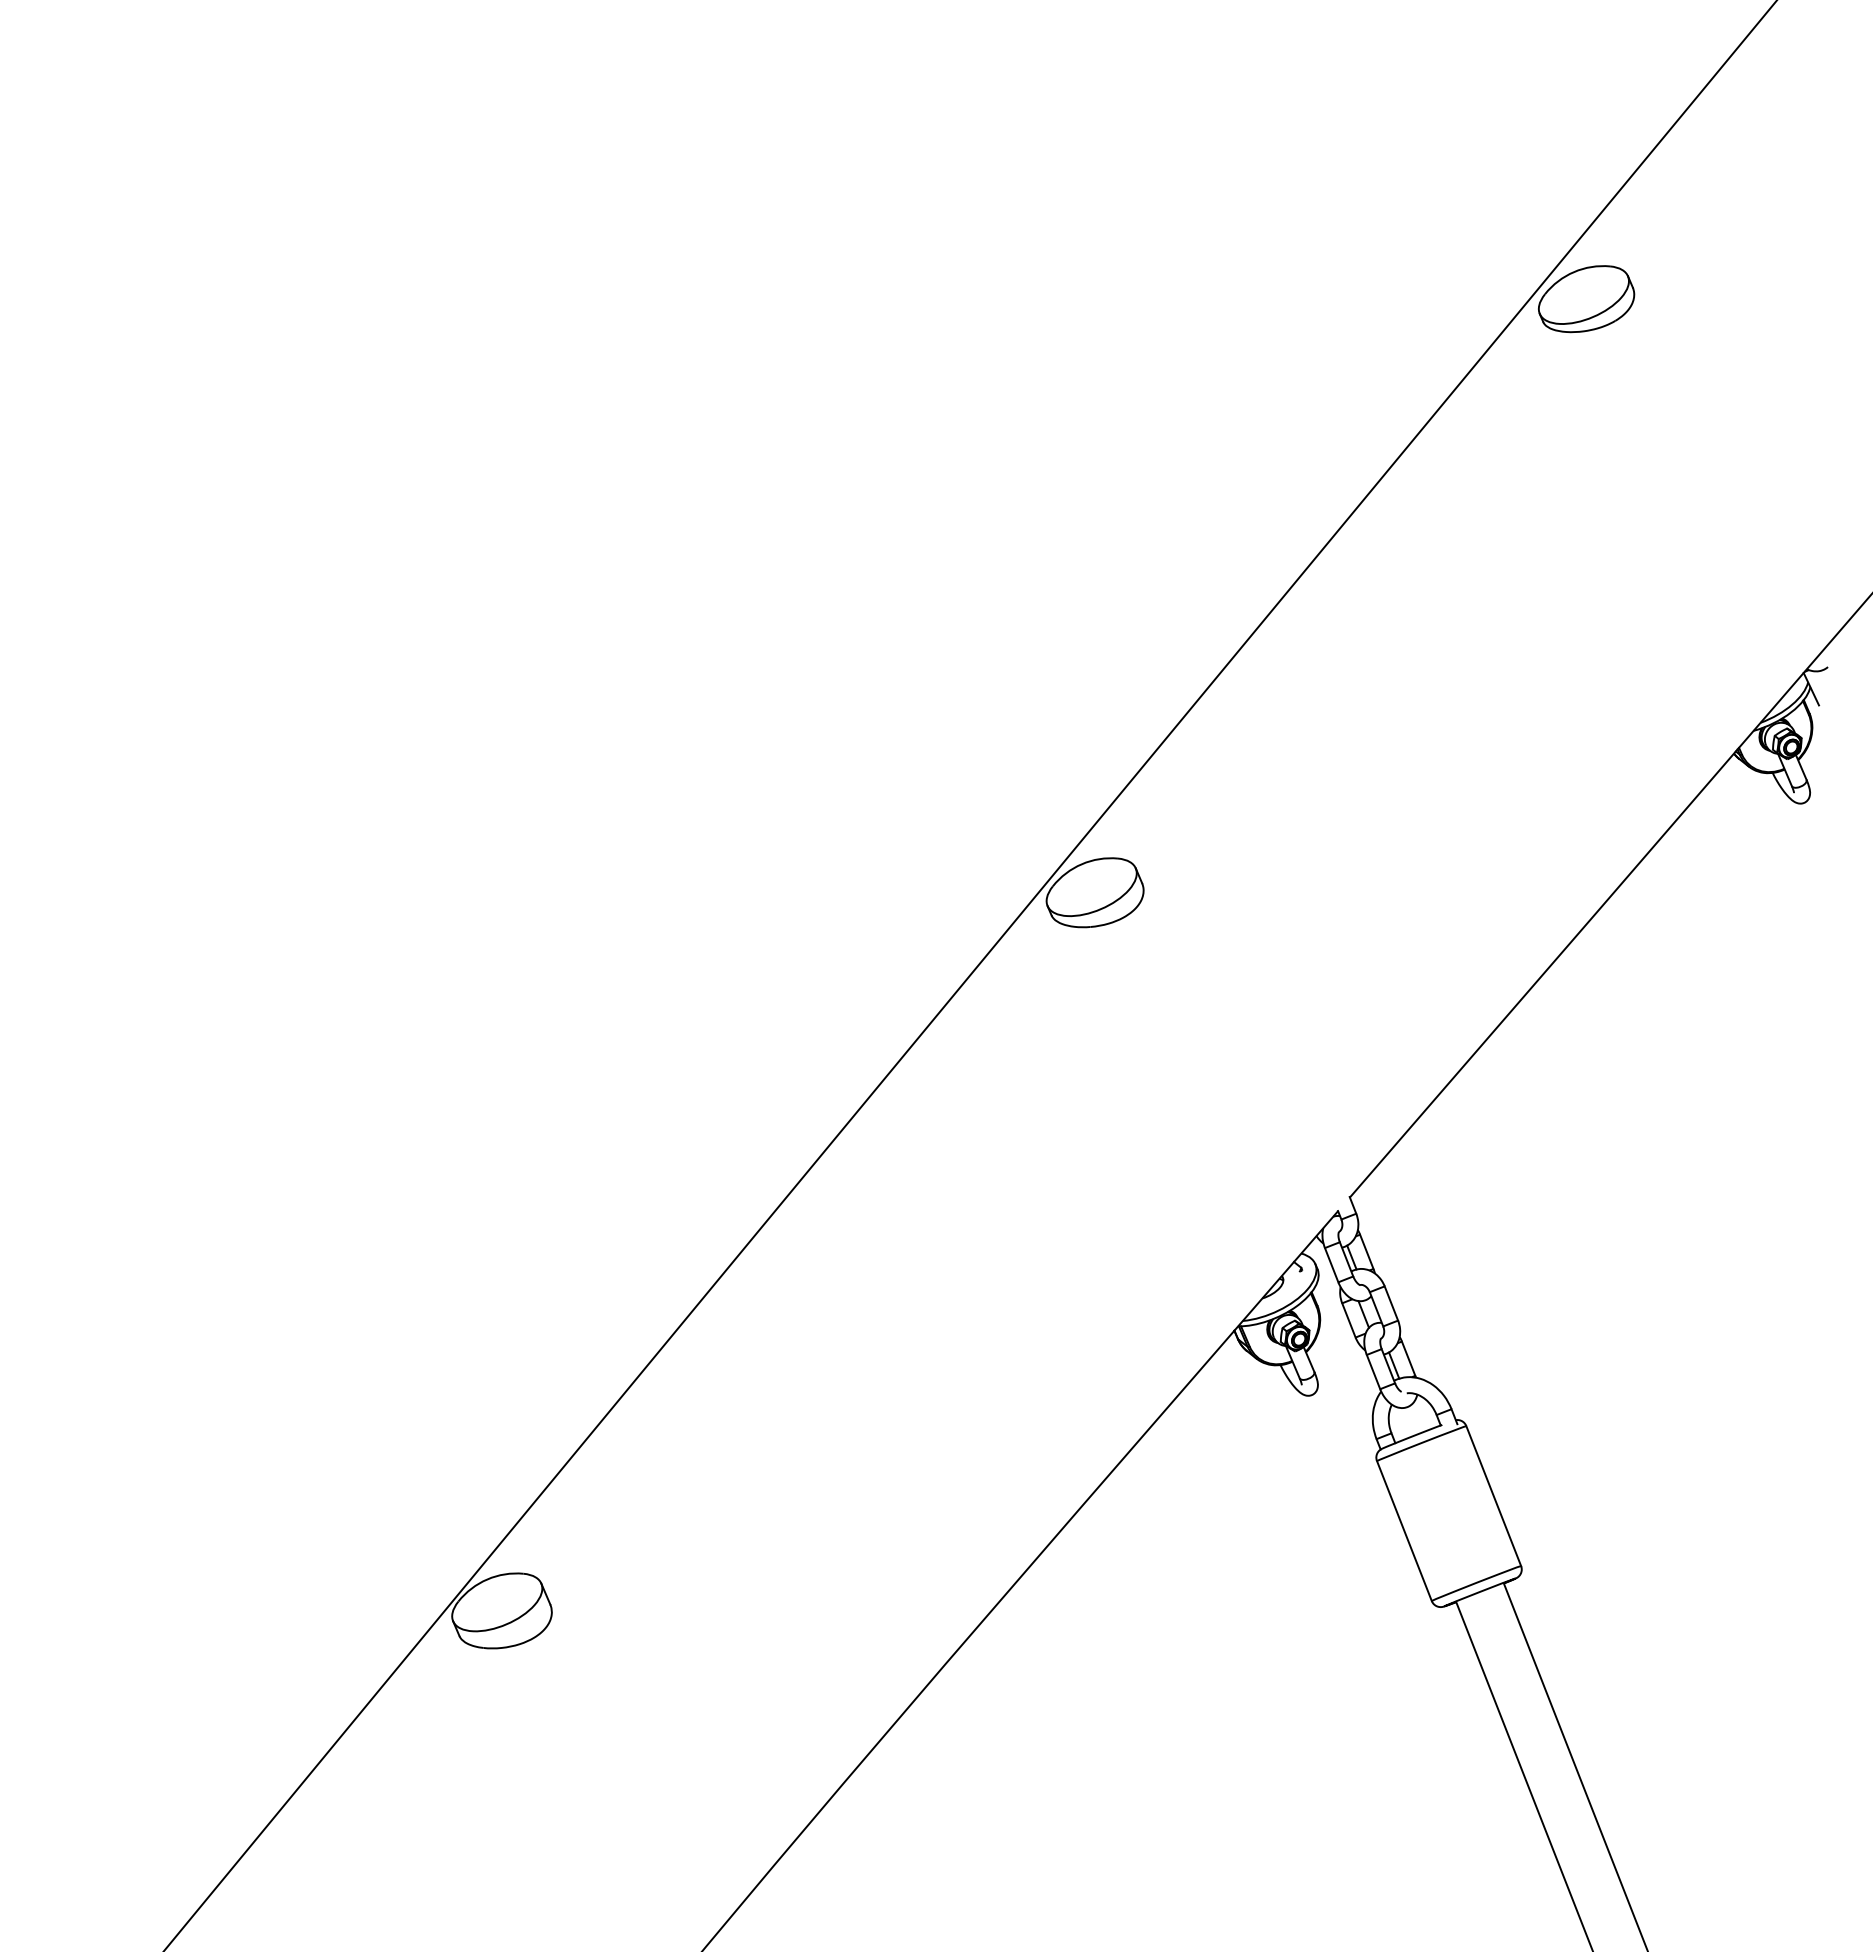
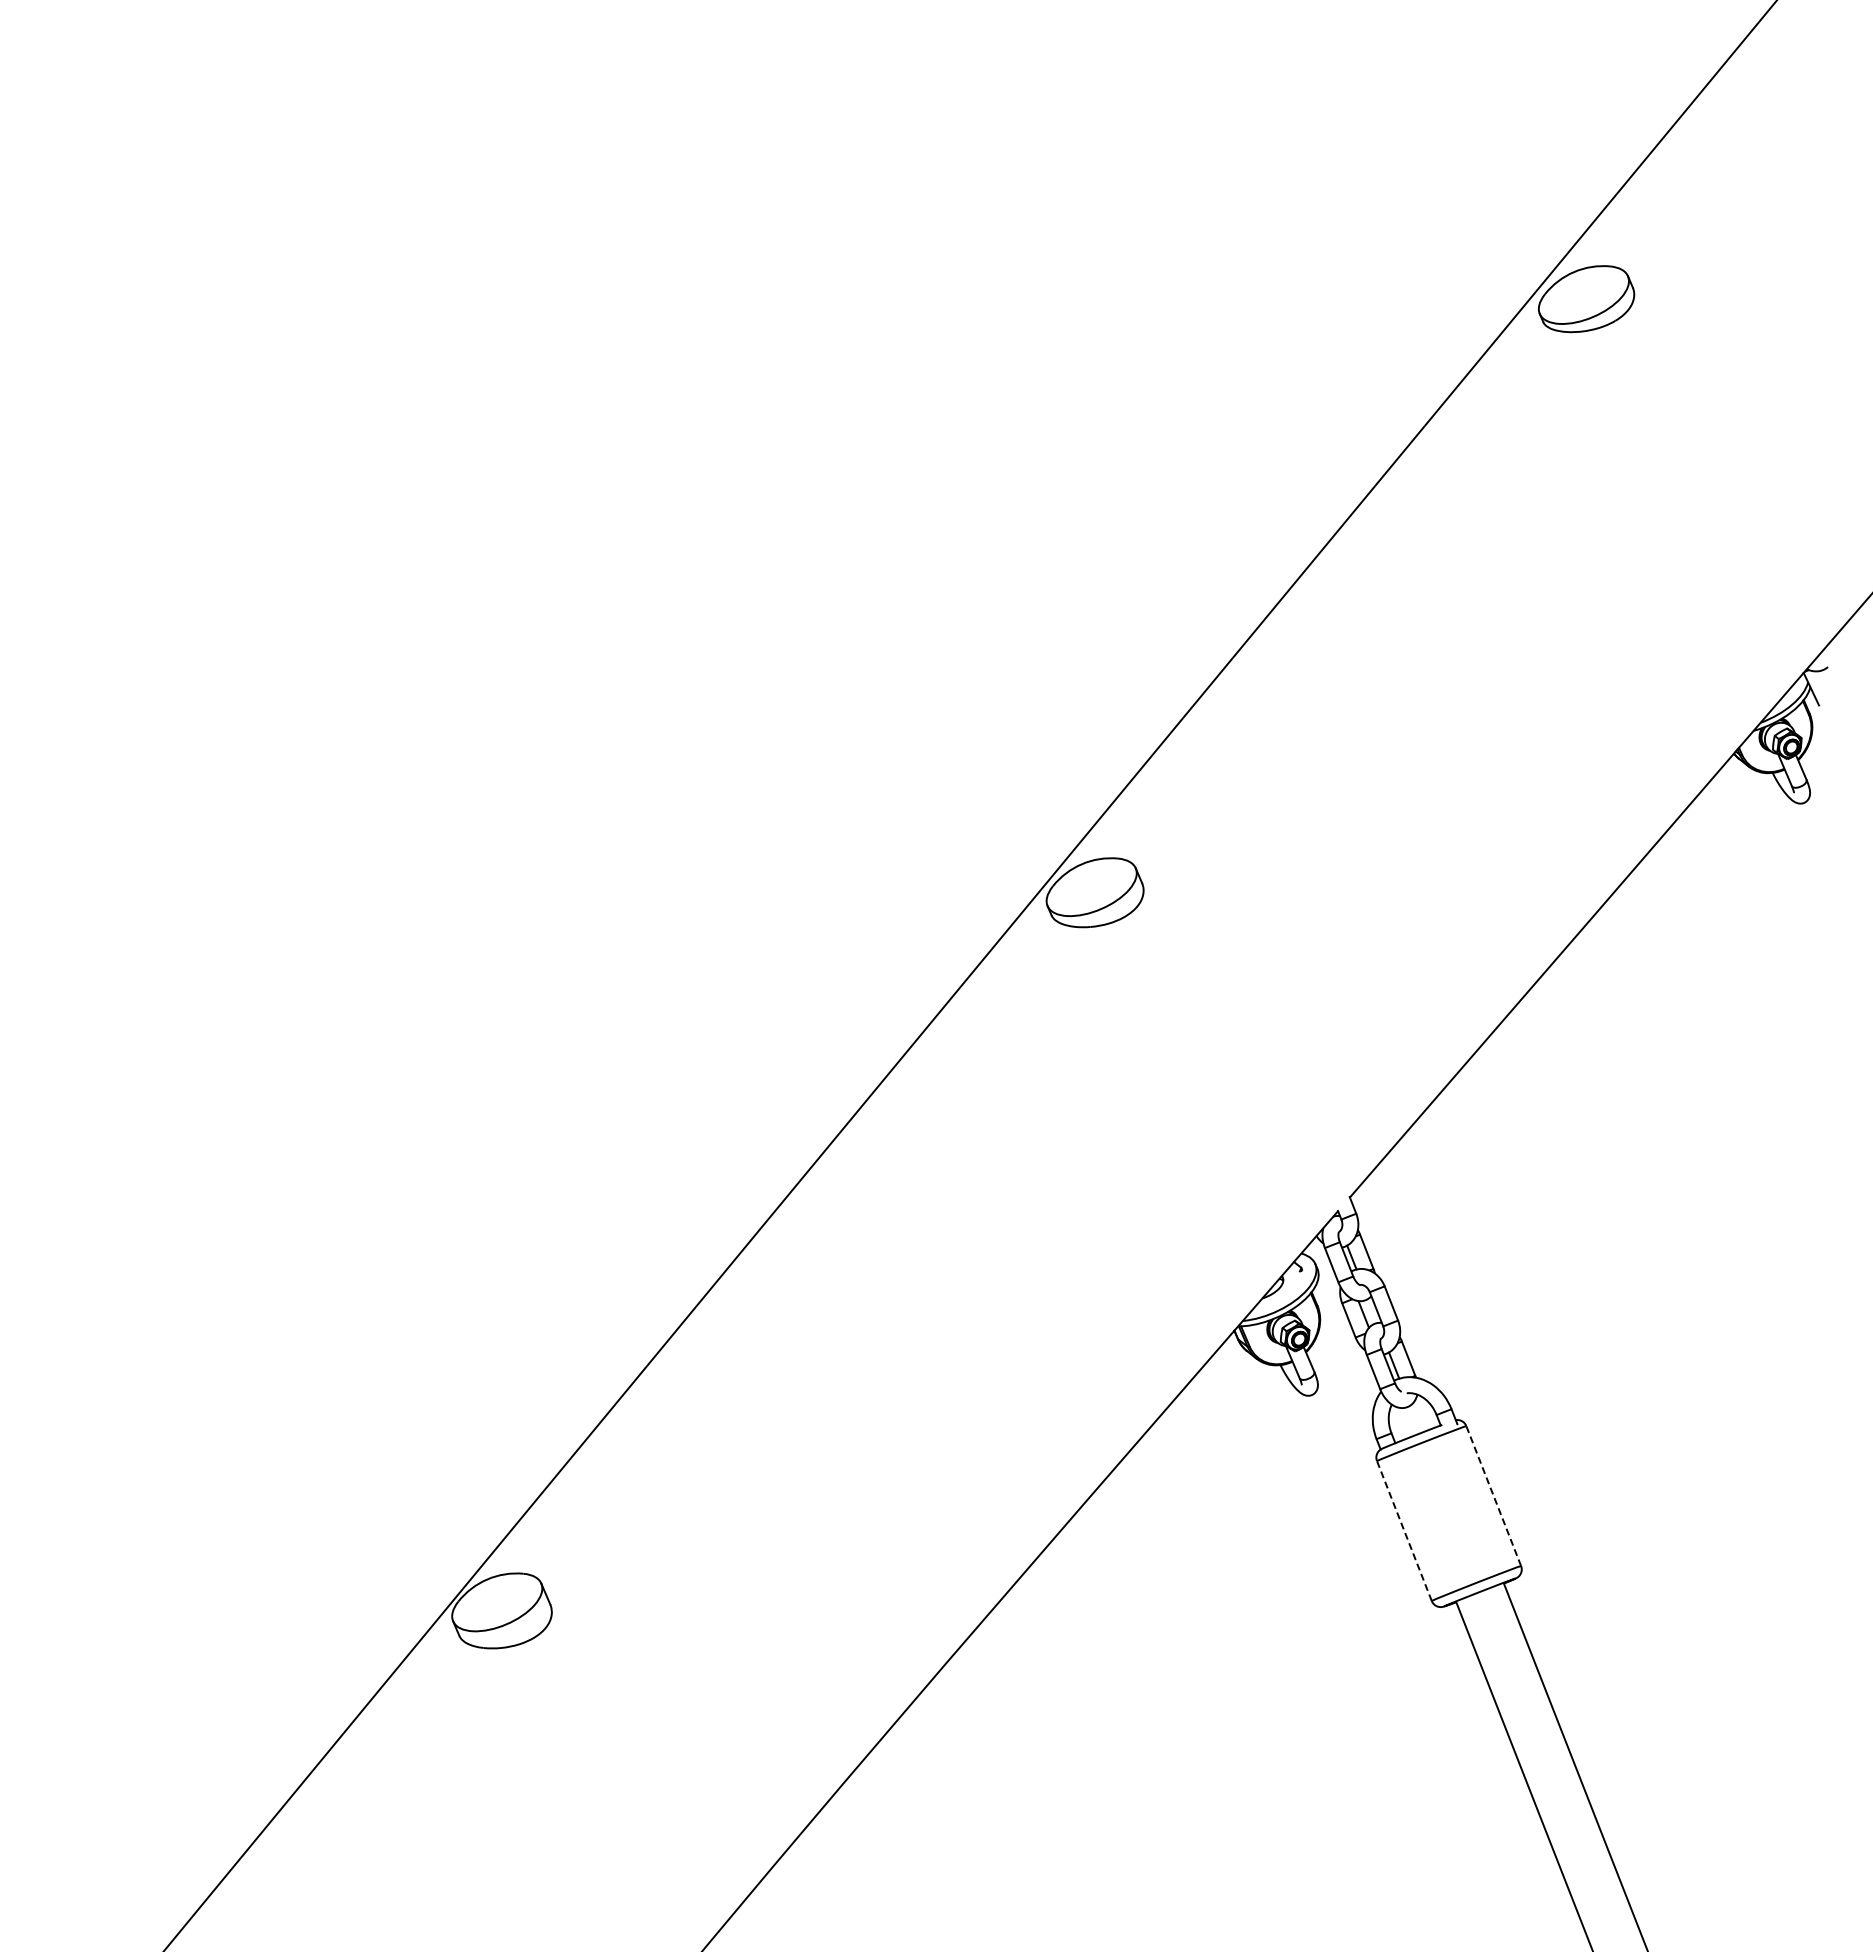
line at (1493, 1495): solid -> dashed
line at (1404, 1530): solid -> dashed
